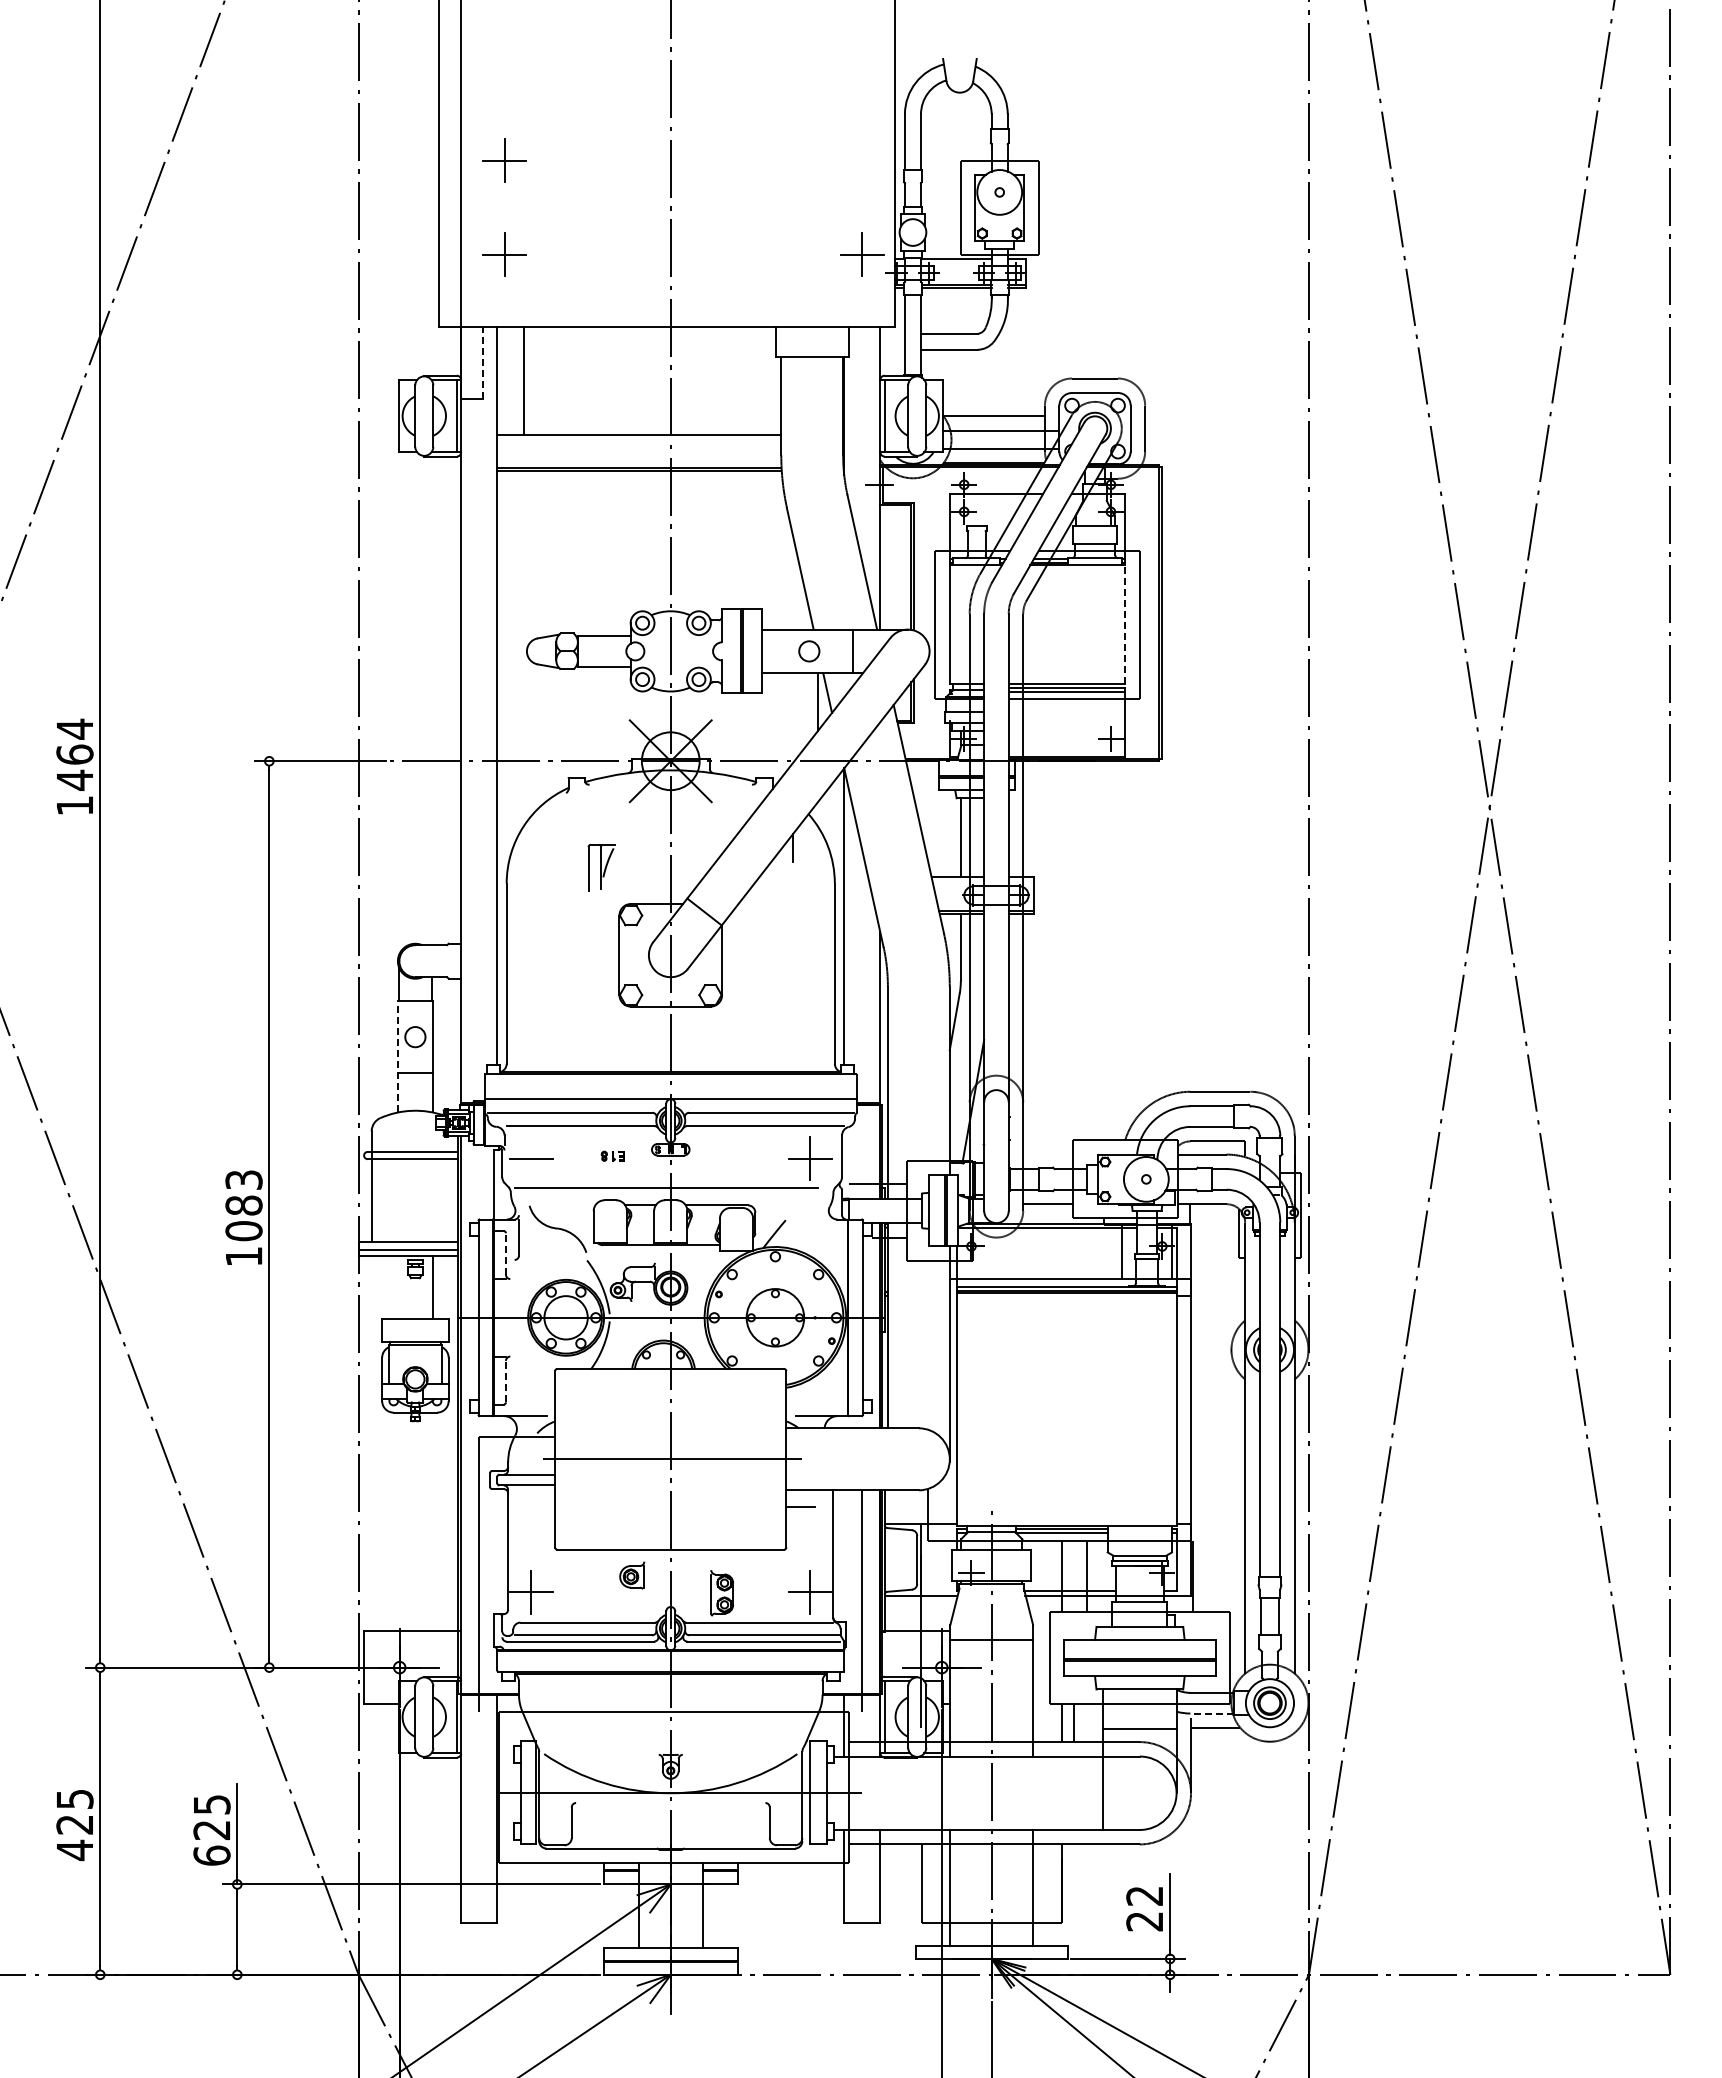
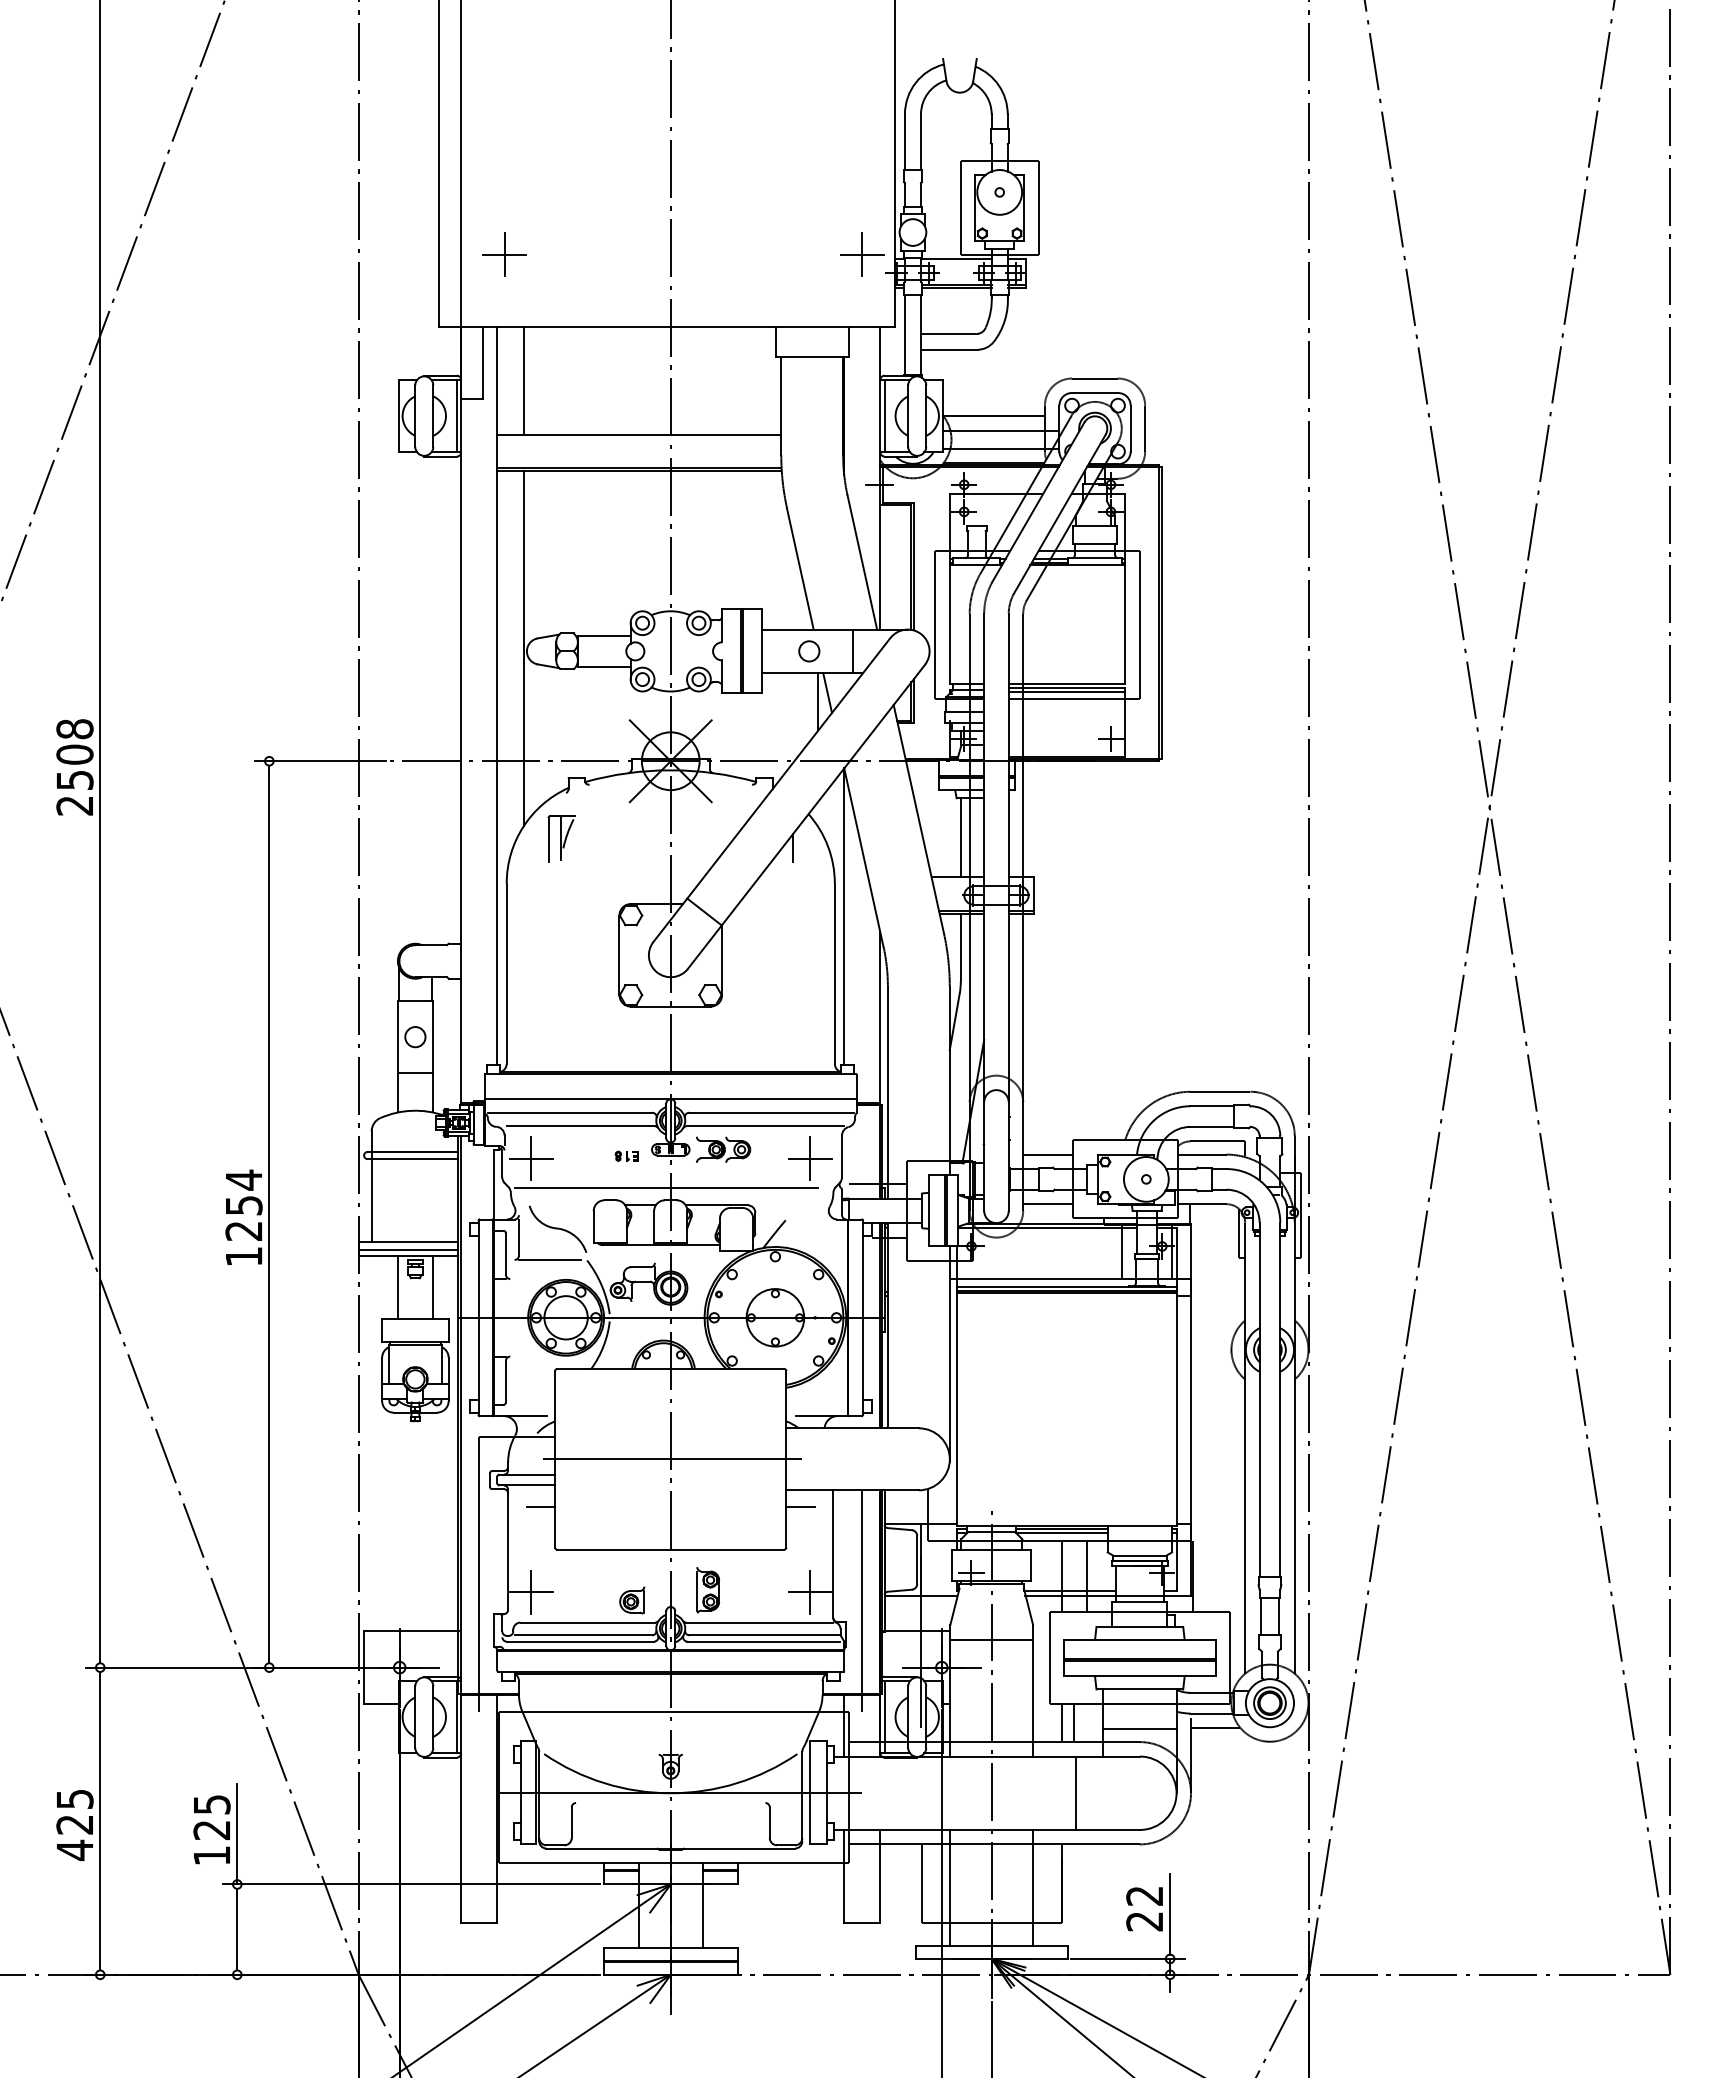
part at (504, 160): present -> none
line at (482, 362): dashed -> solid
line at (1125, 624): dashed -> solid
line at (523, 648): none -> present
text at (74, 766): 1464 -> 2508
part at (601, 867) position: (601, 867) -> (561, 838)
line at (397, 1056): dashed -> solid
part at (723, 1149): none -> present
line at (1047, 1154): none -> present
part at (612, 1155) position: (612, 1155) -> (626, 1155)
line at (531, 1158): none -> present
text at (243, 1205): 1083 -> 1254
line at (505, 1253): dashed -> solid
line at (549, 1259): none -> present
line at (397, 1287): none -> present
line at (505, 1381): dashed -> solid
line at (540, 1507): none -> present
part at (632, 1575) position: (632, 1575) -> (632, 1600)
part at (722, 1593) position: (722, 1593) -> (708, 1590)
line at (1212, 1713): dashed -> solid
line at (1102, 1792) position: (1102, 1792) -> (1075, 1792)
text at (211, 1855): 625 -> 125
